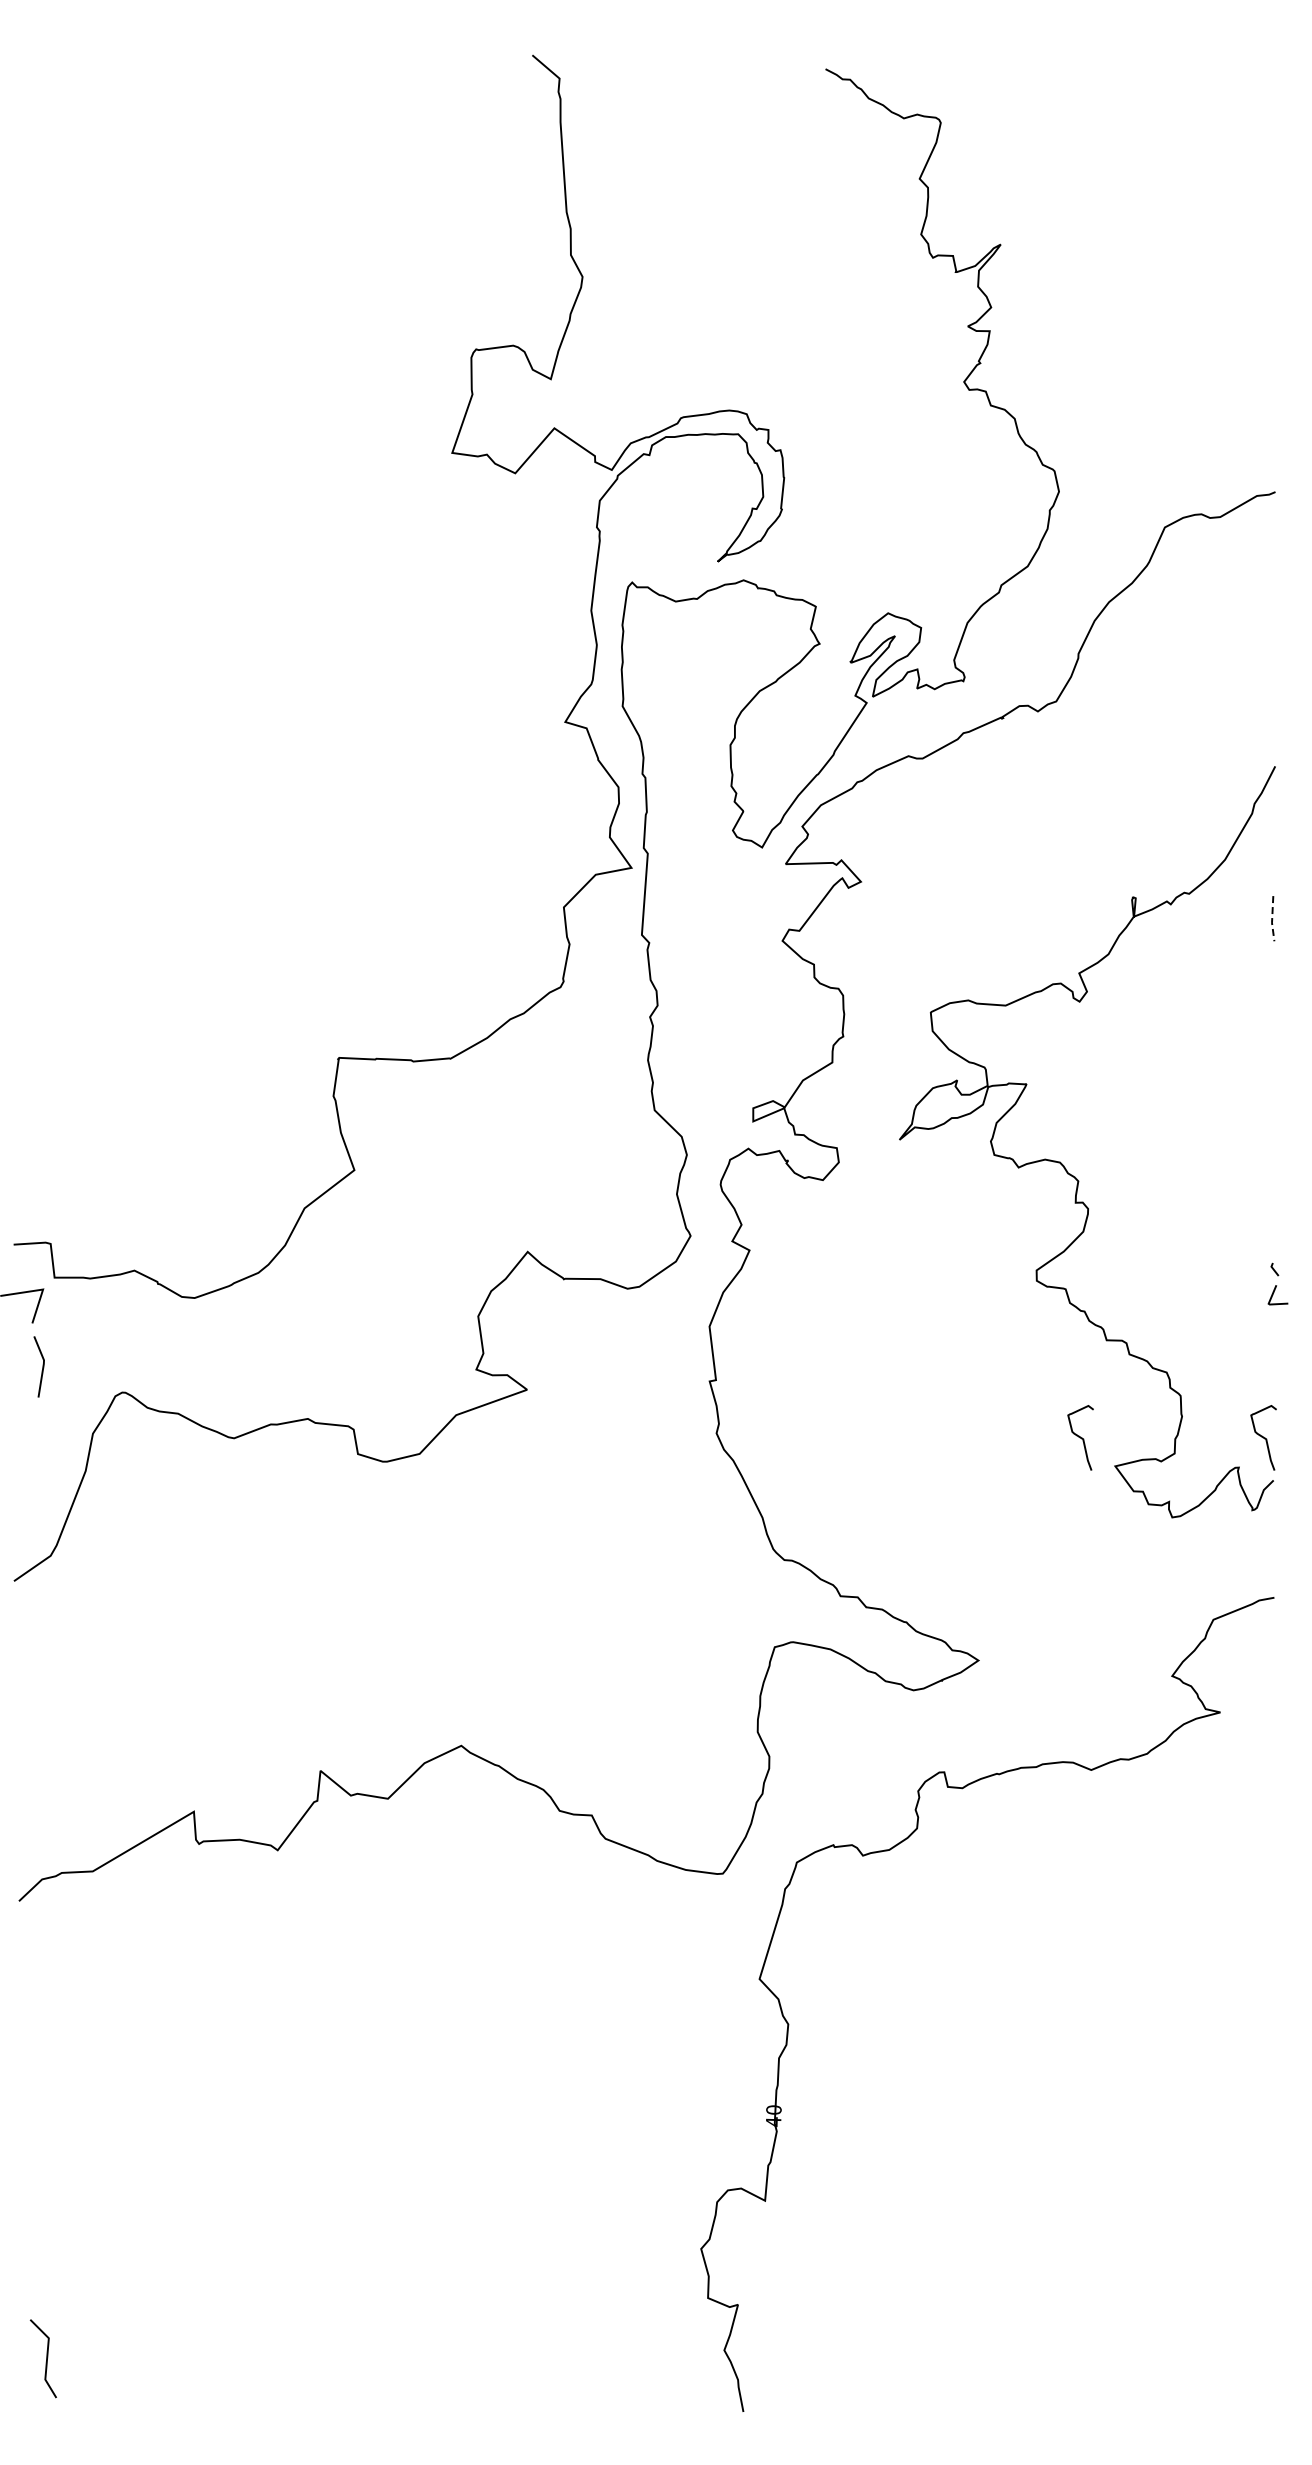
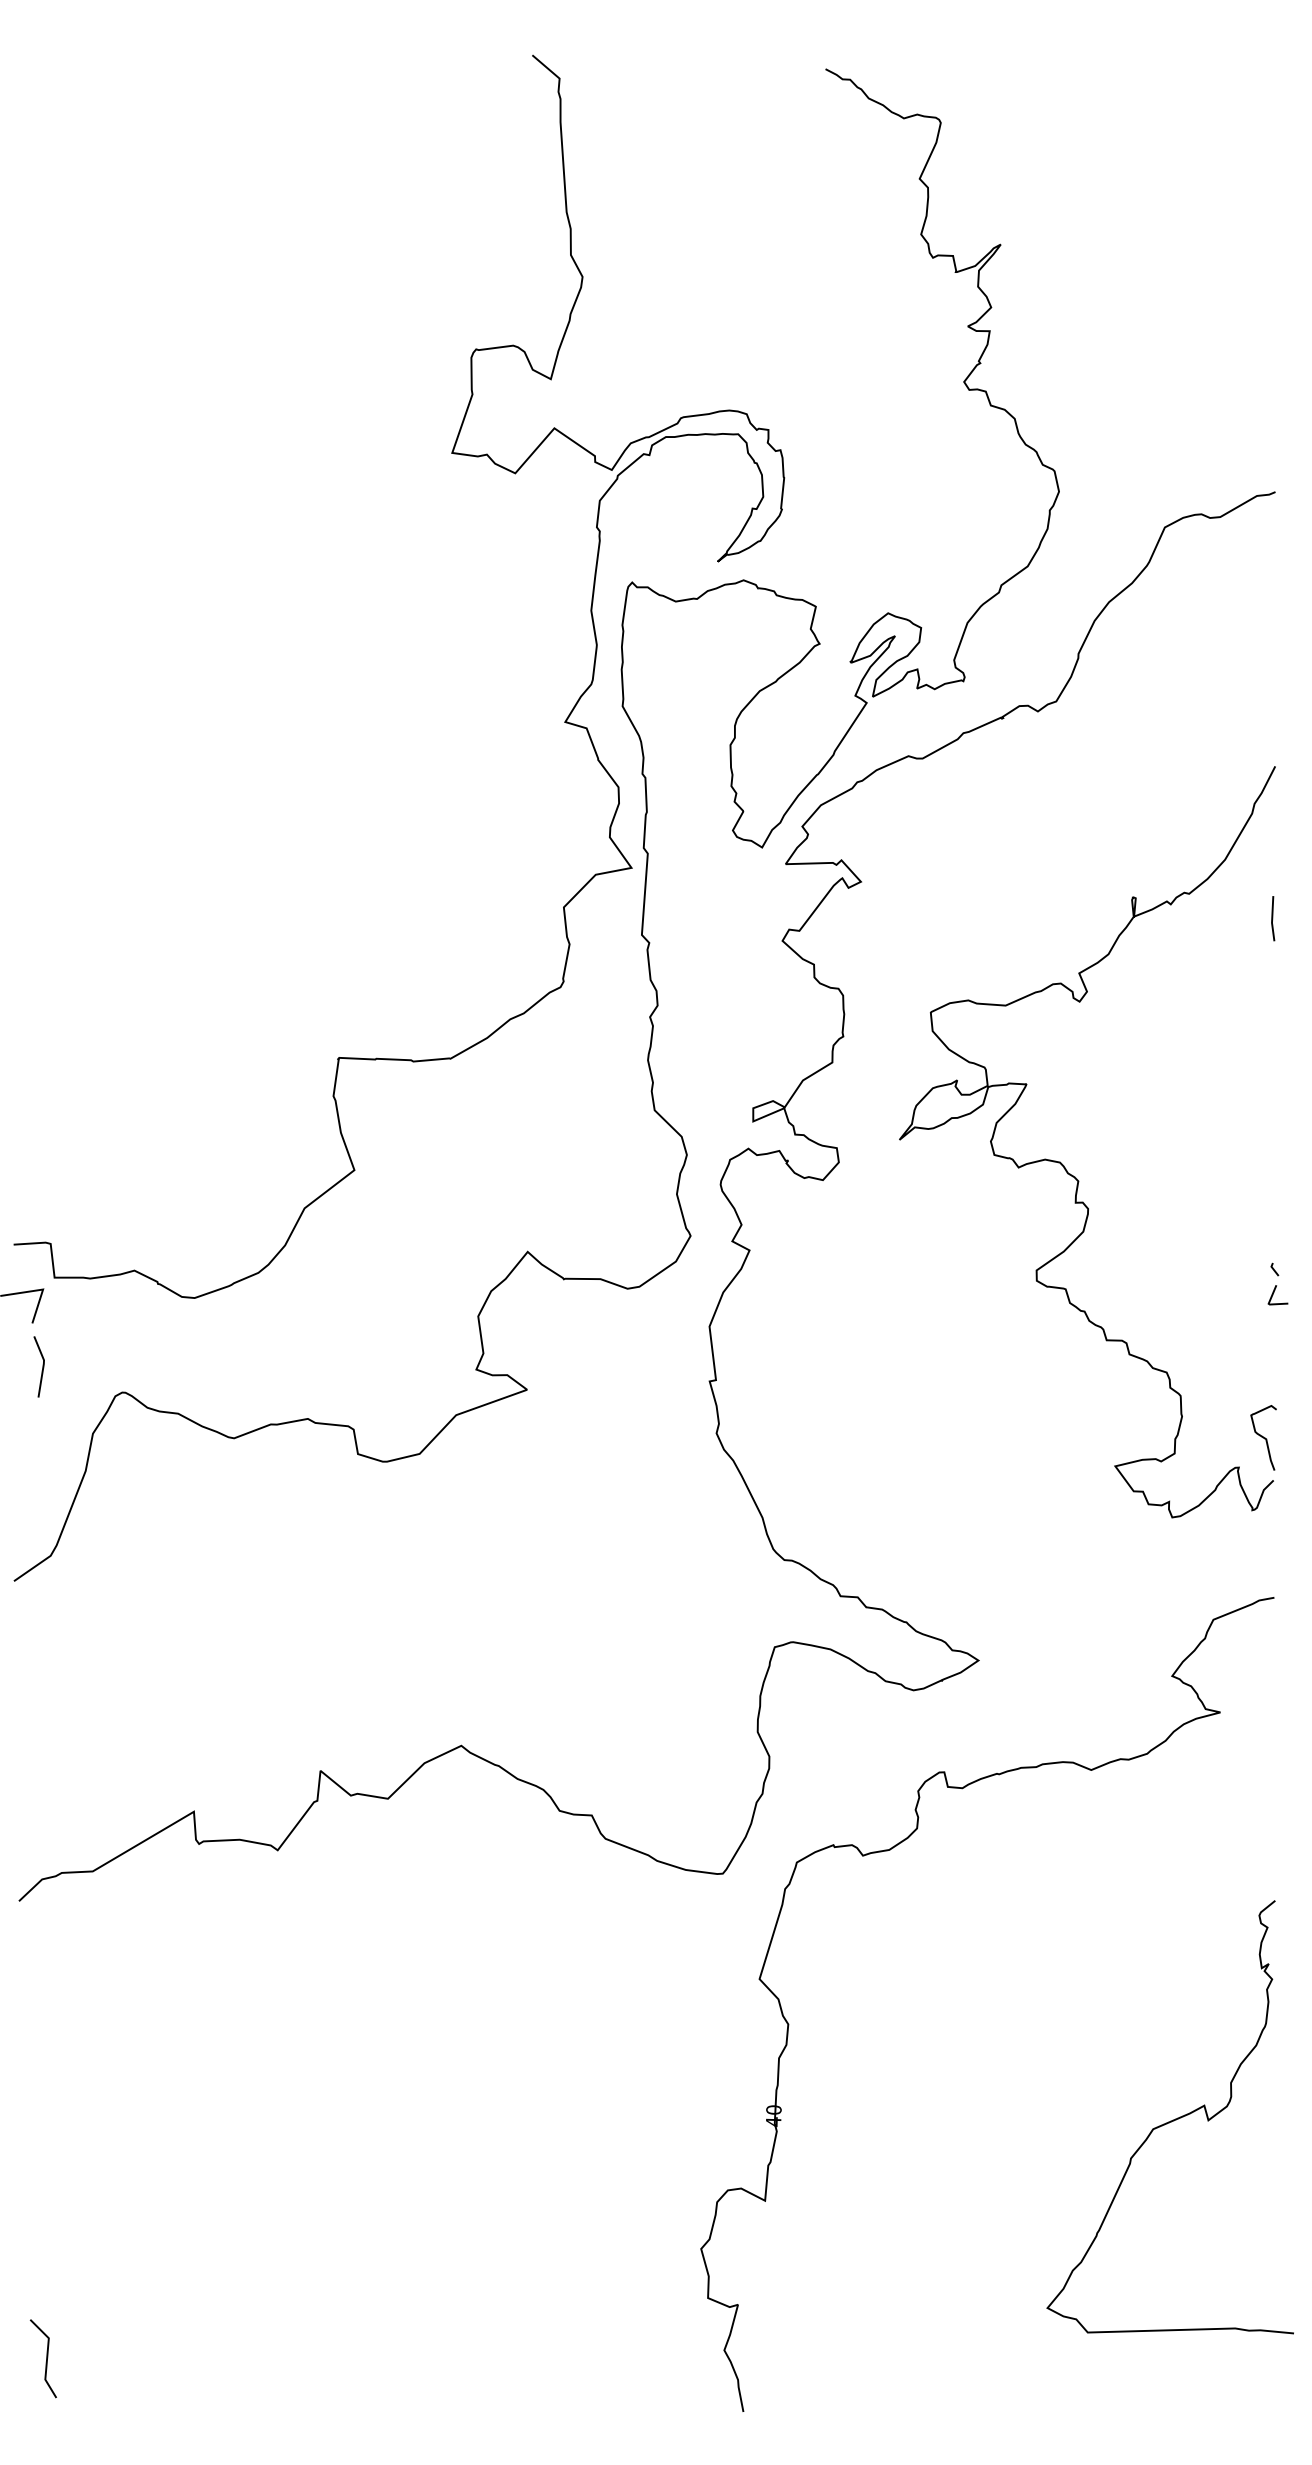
line at (1272, 919): dashed -> solid
curve at (1080, 1437): present -> none
curve at (1170, 2120): none -> present
